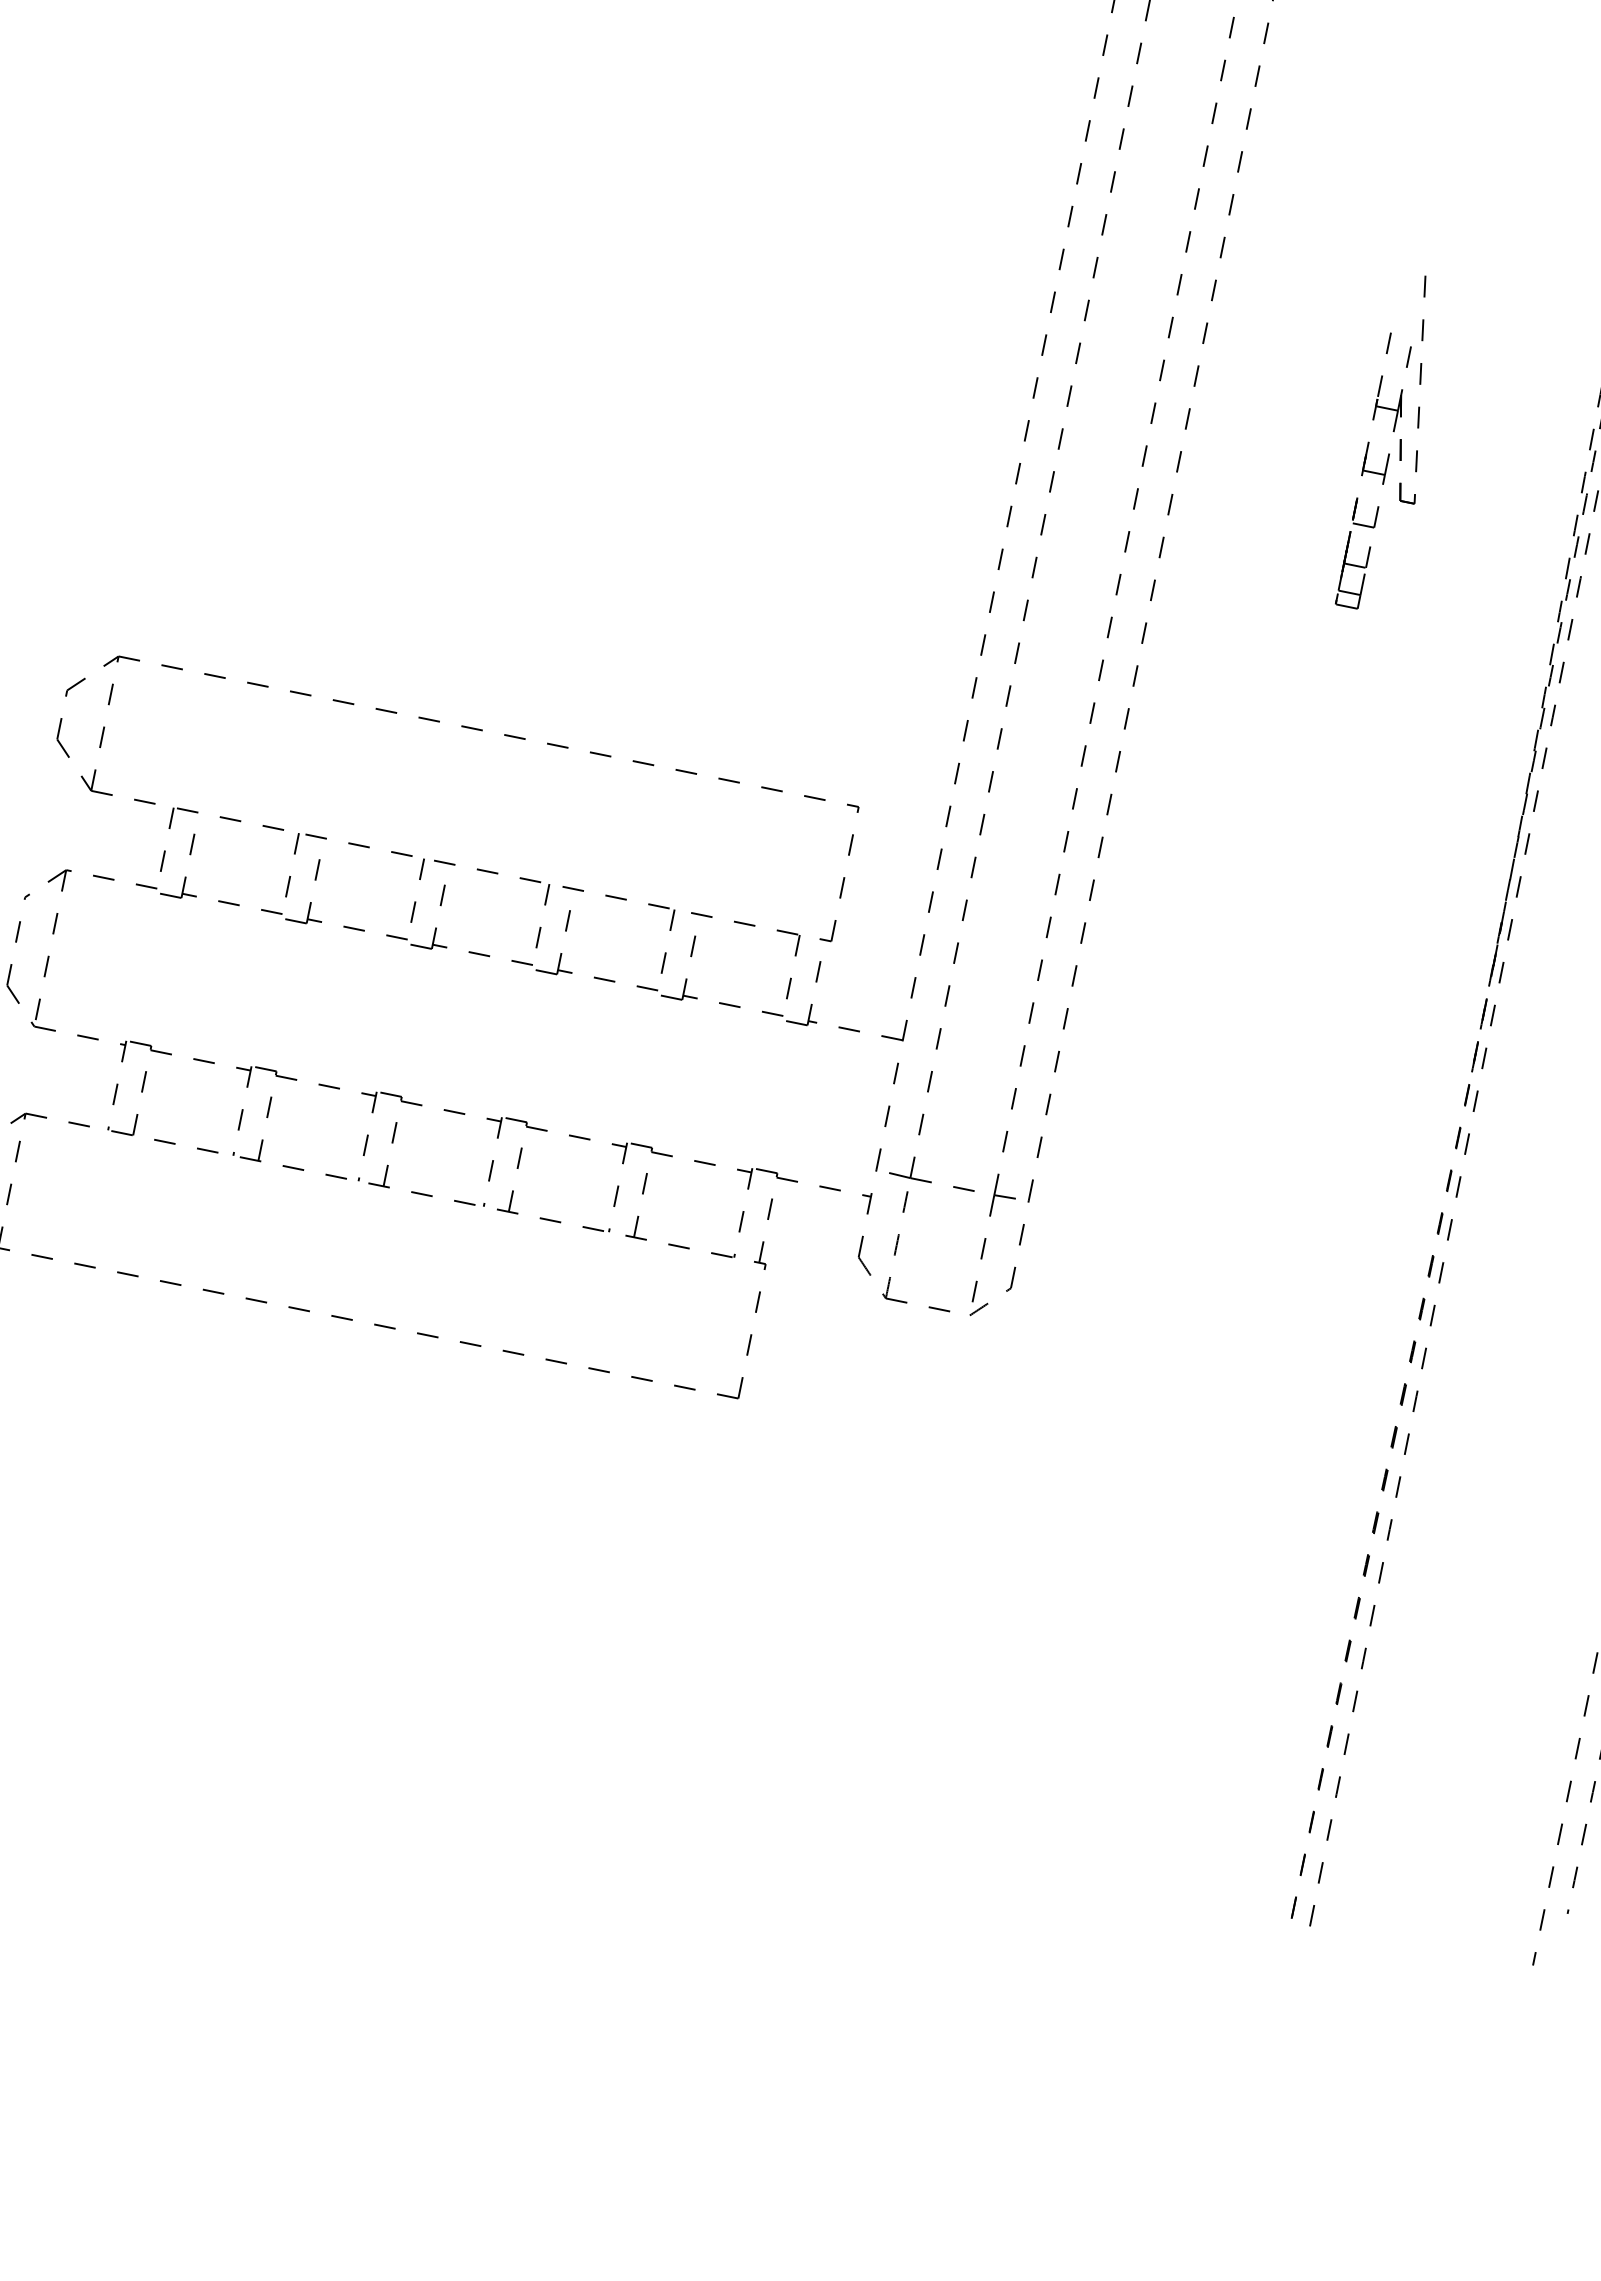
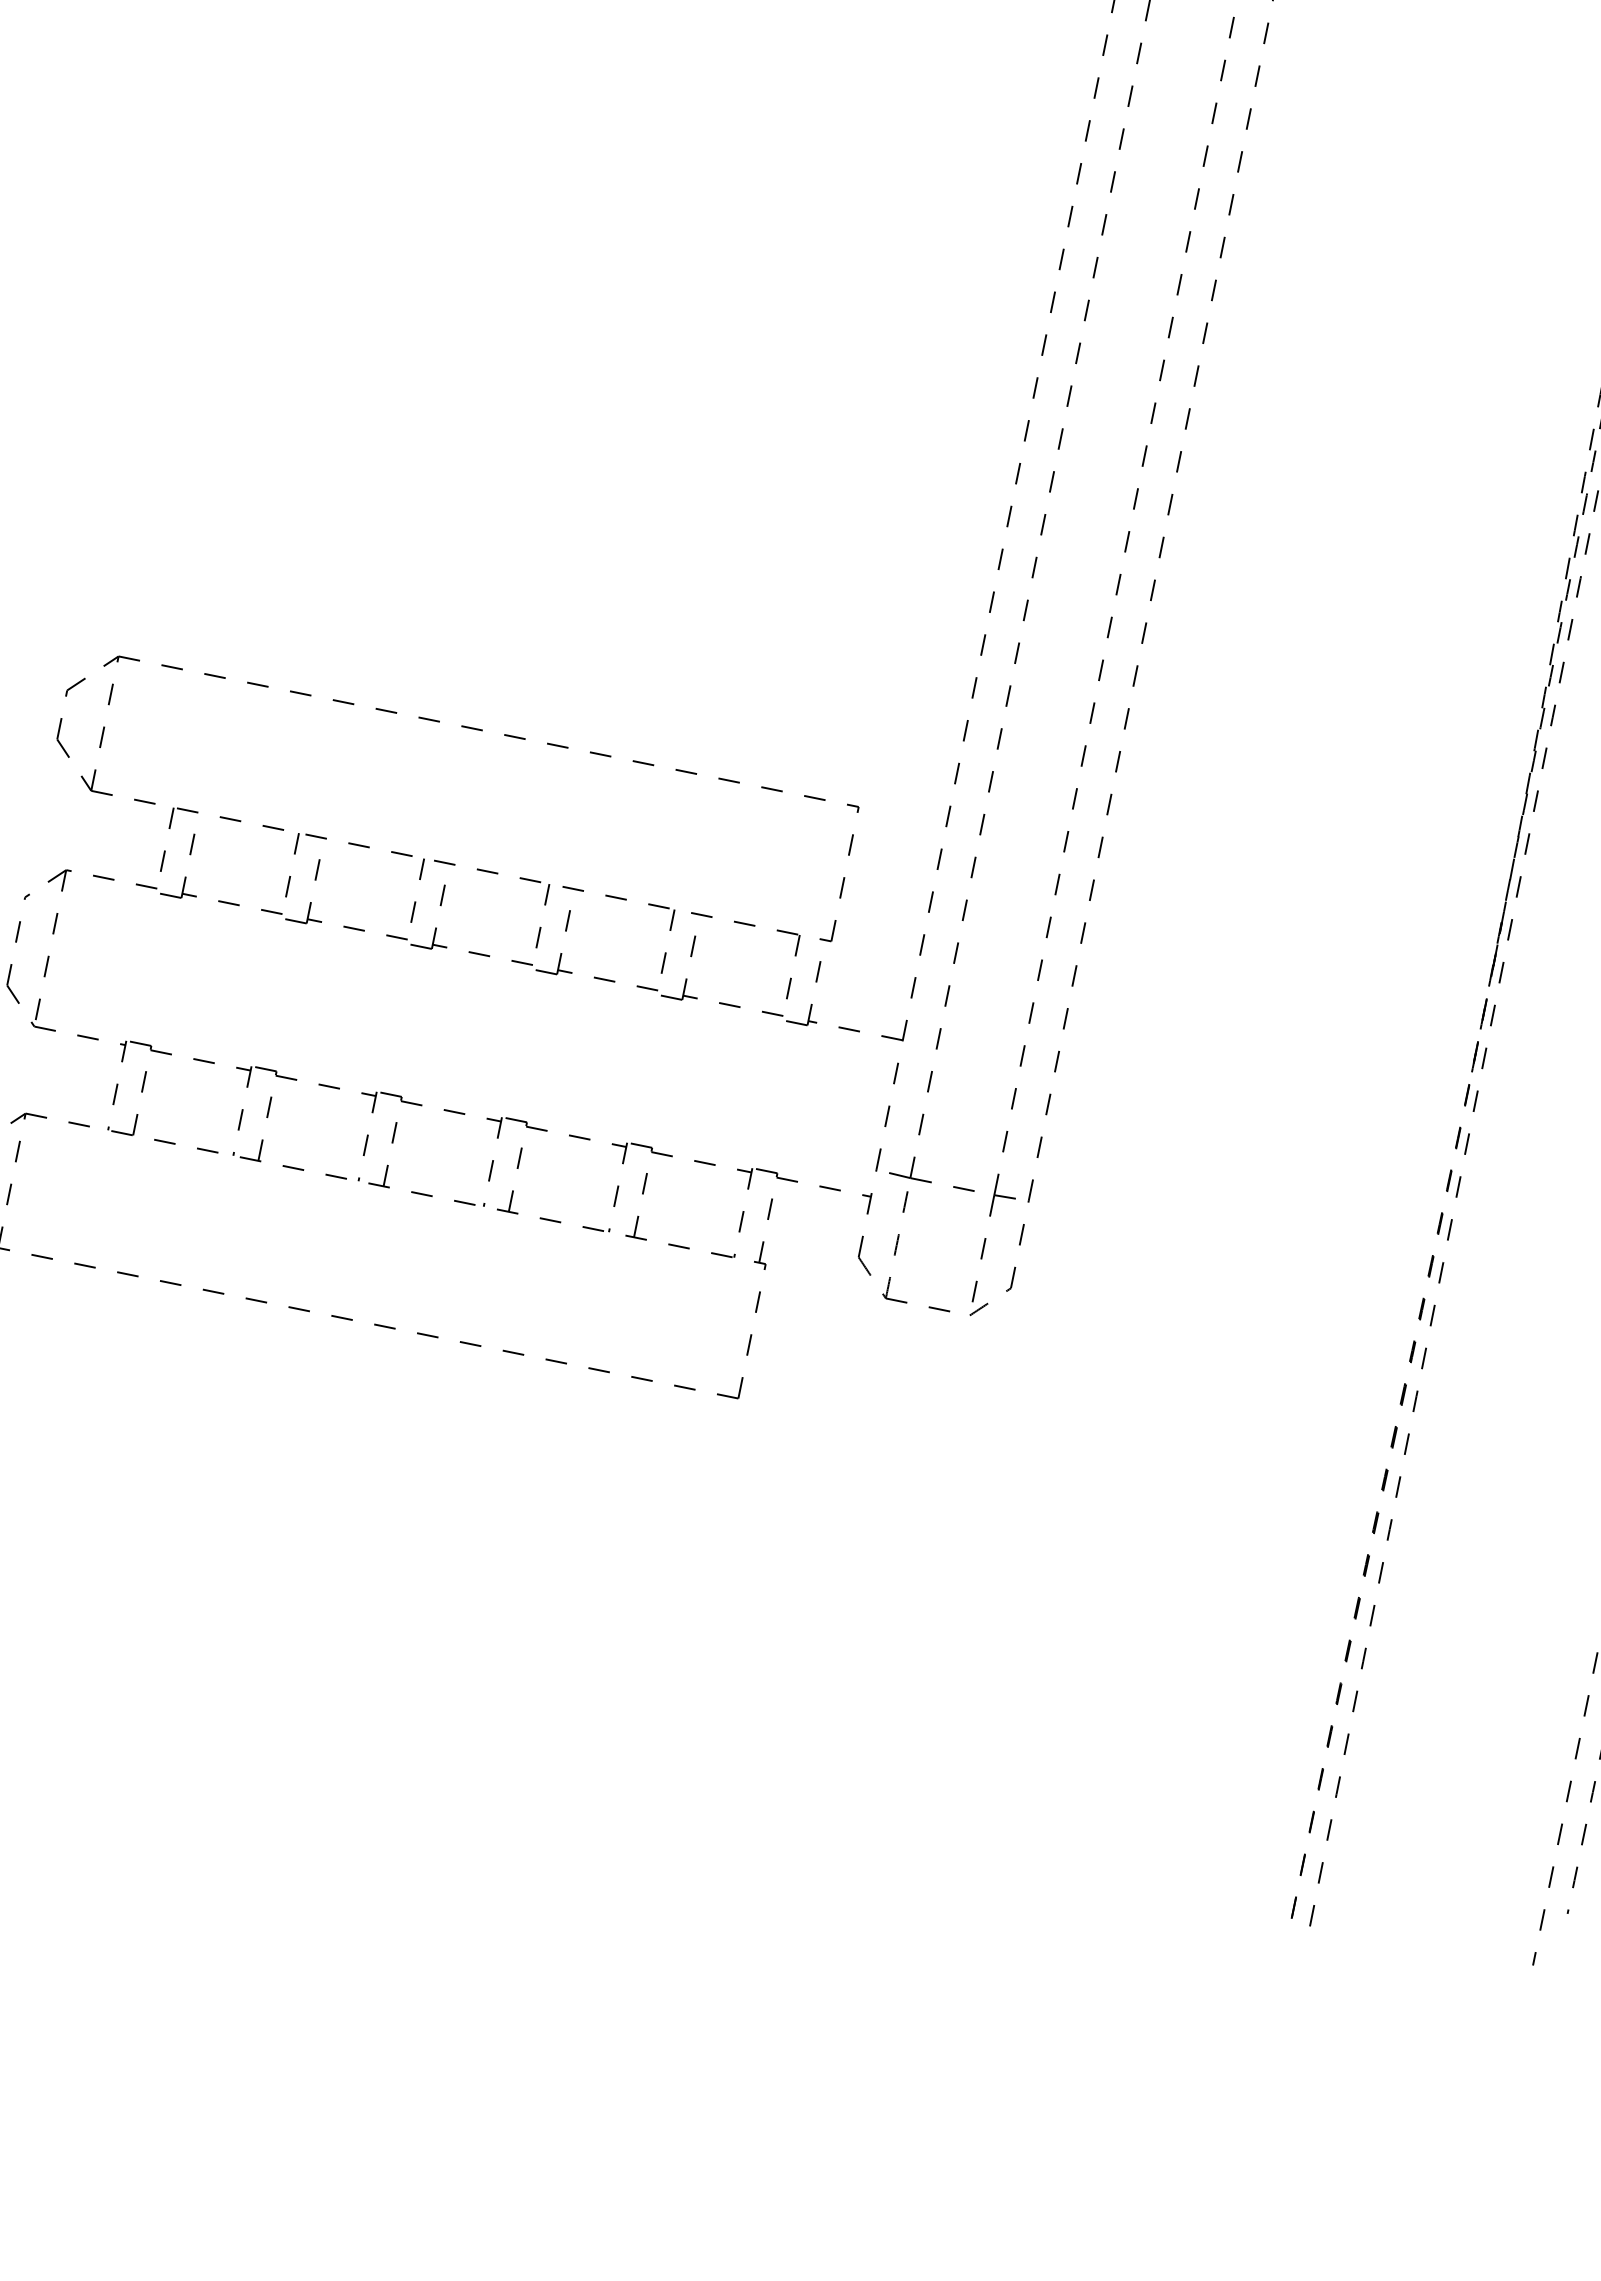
part at (1369, 442): present -> none
